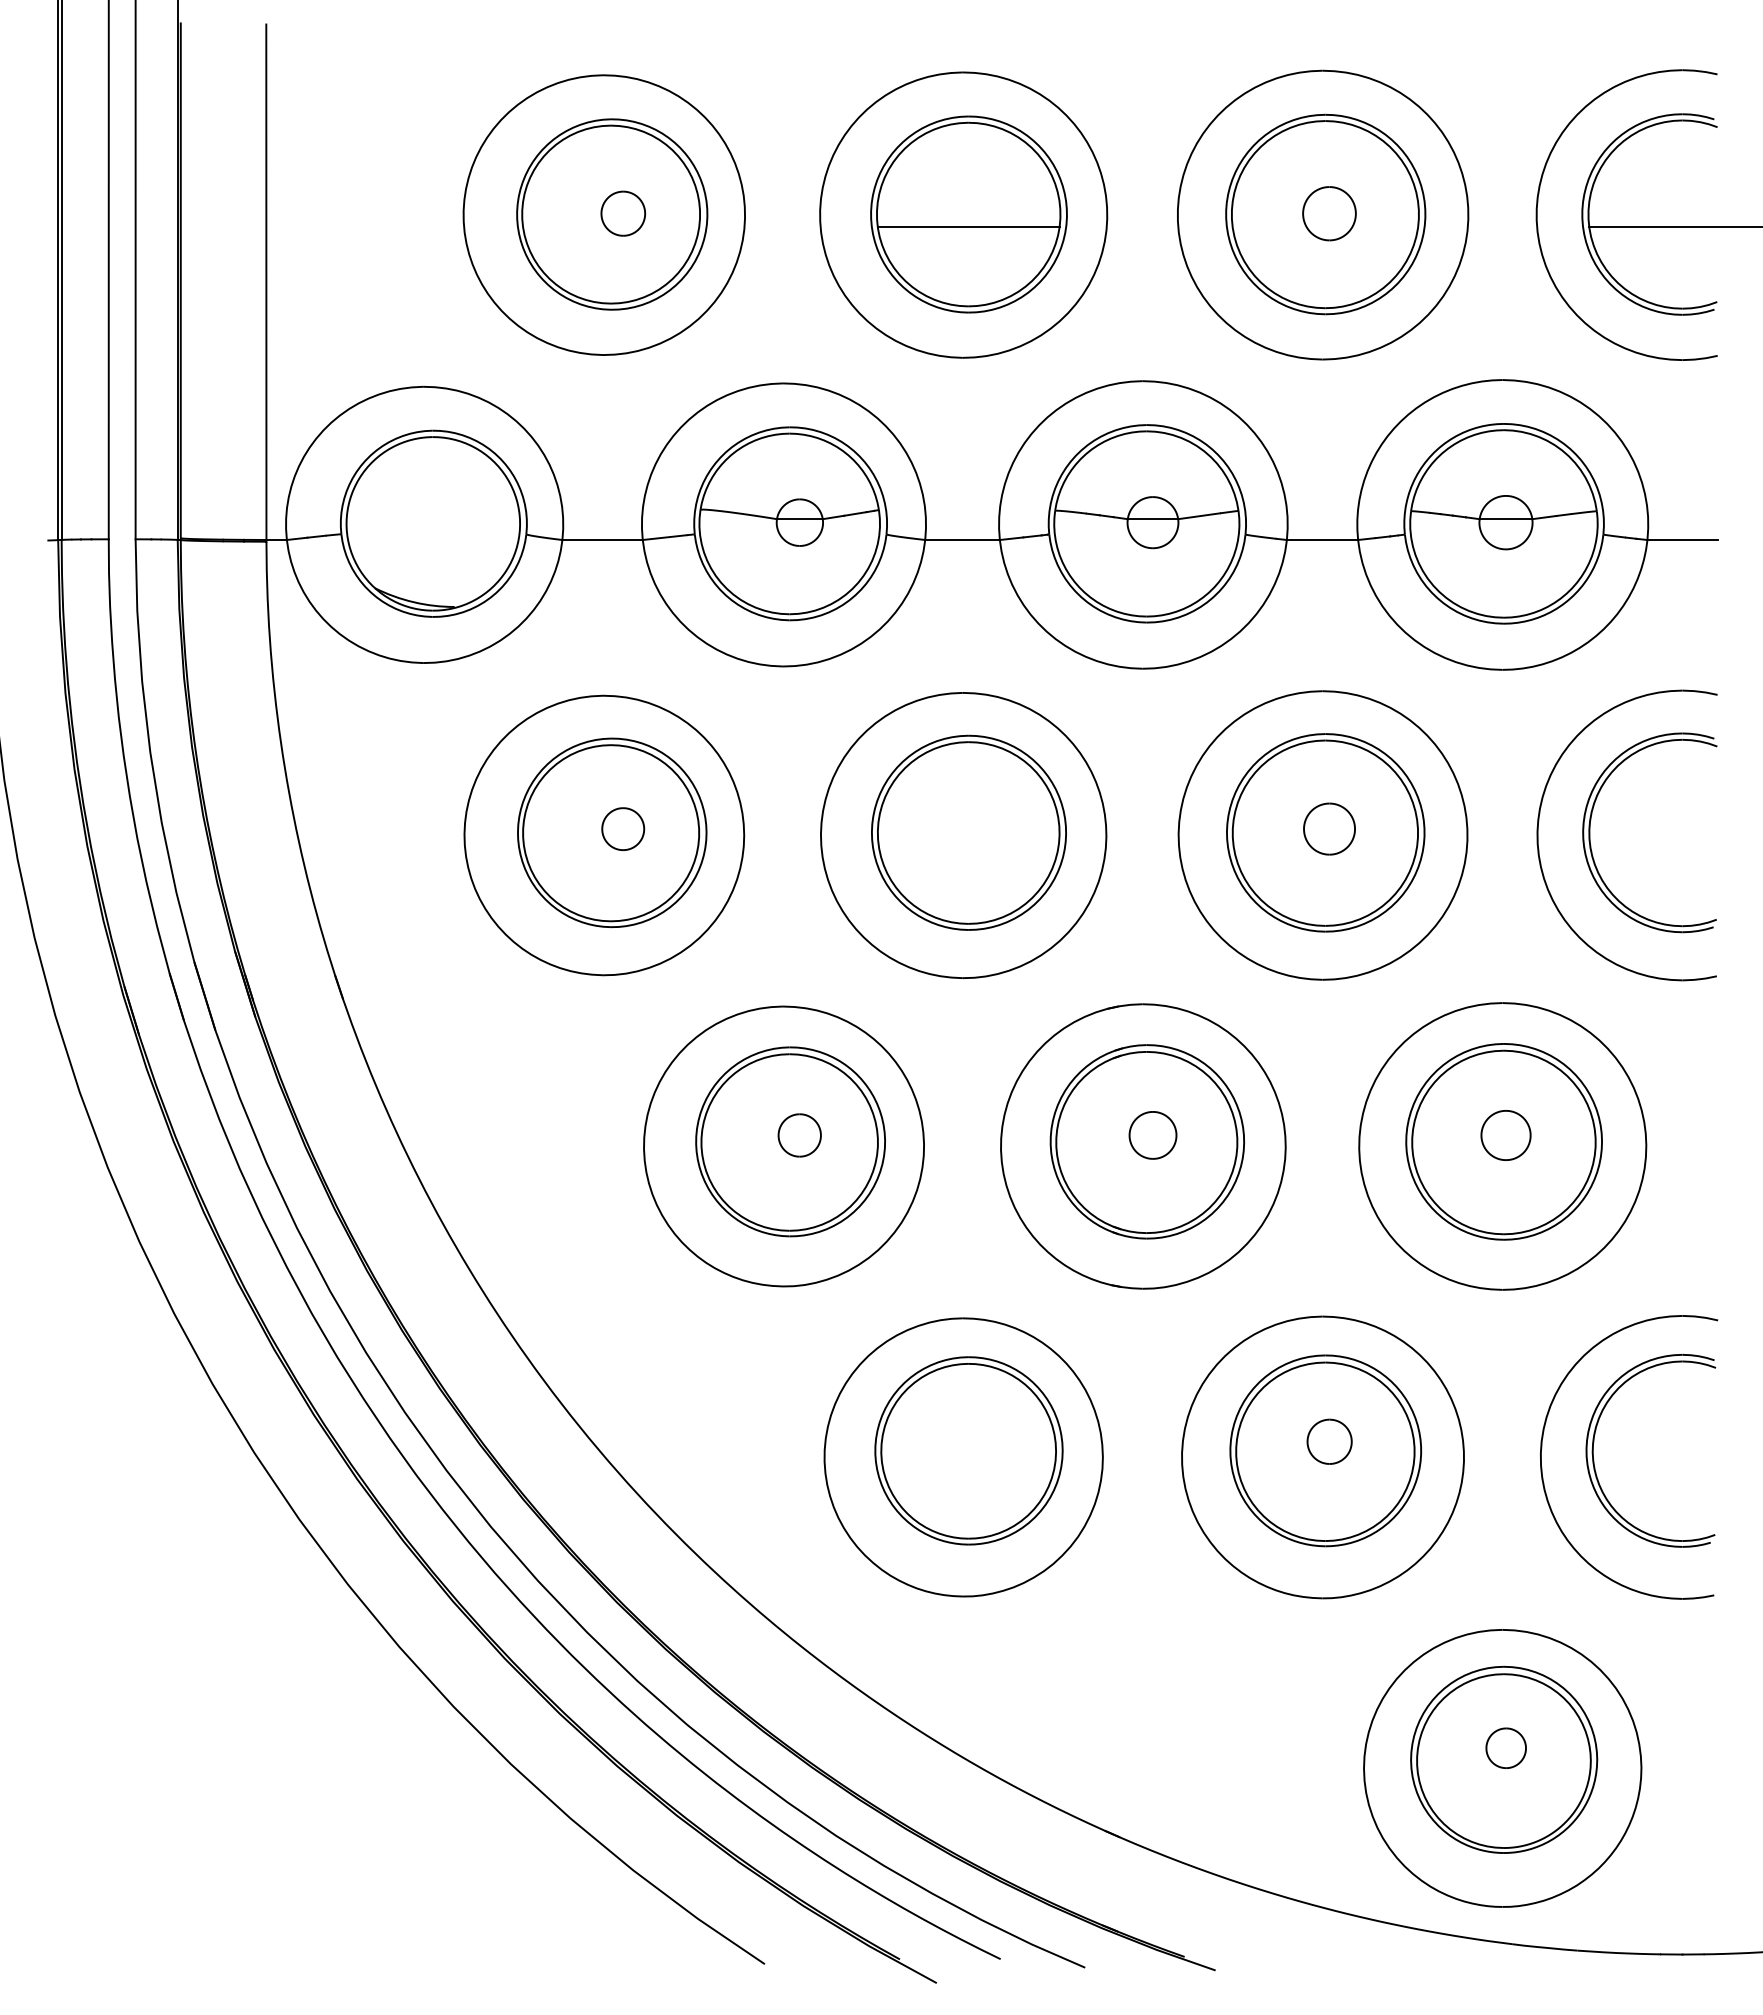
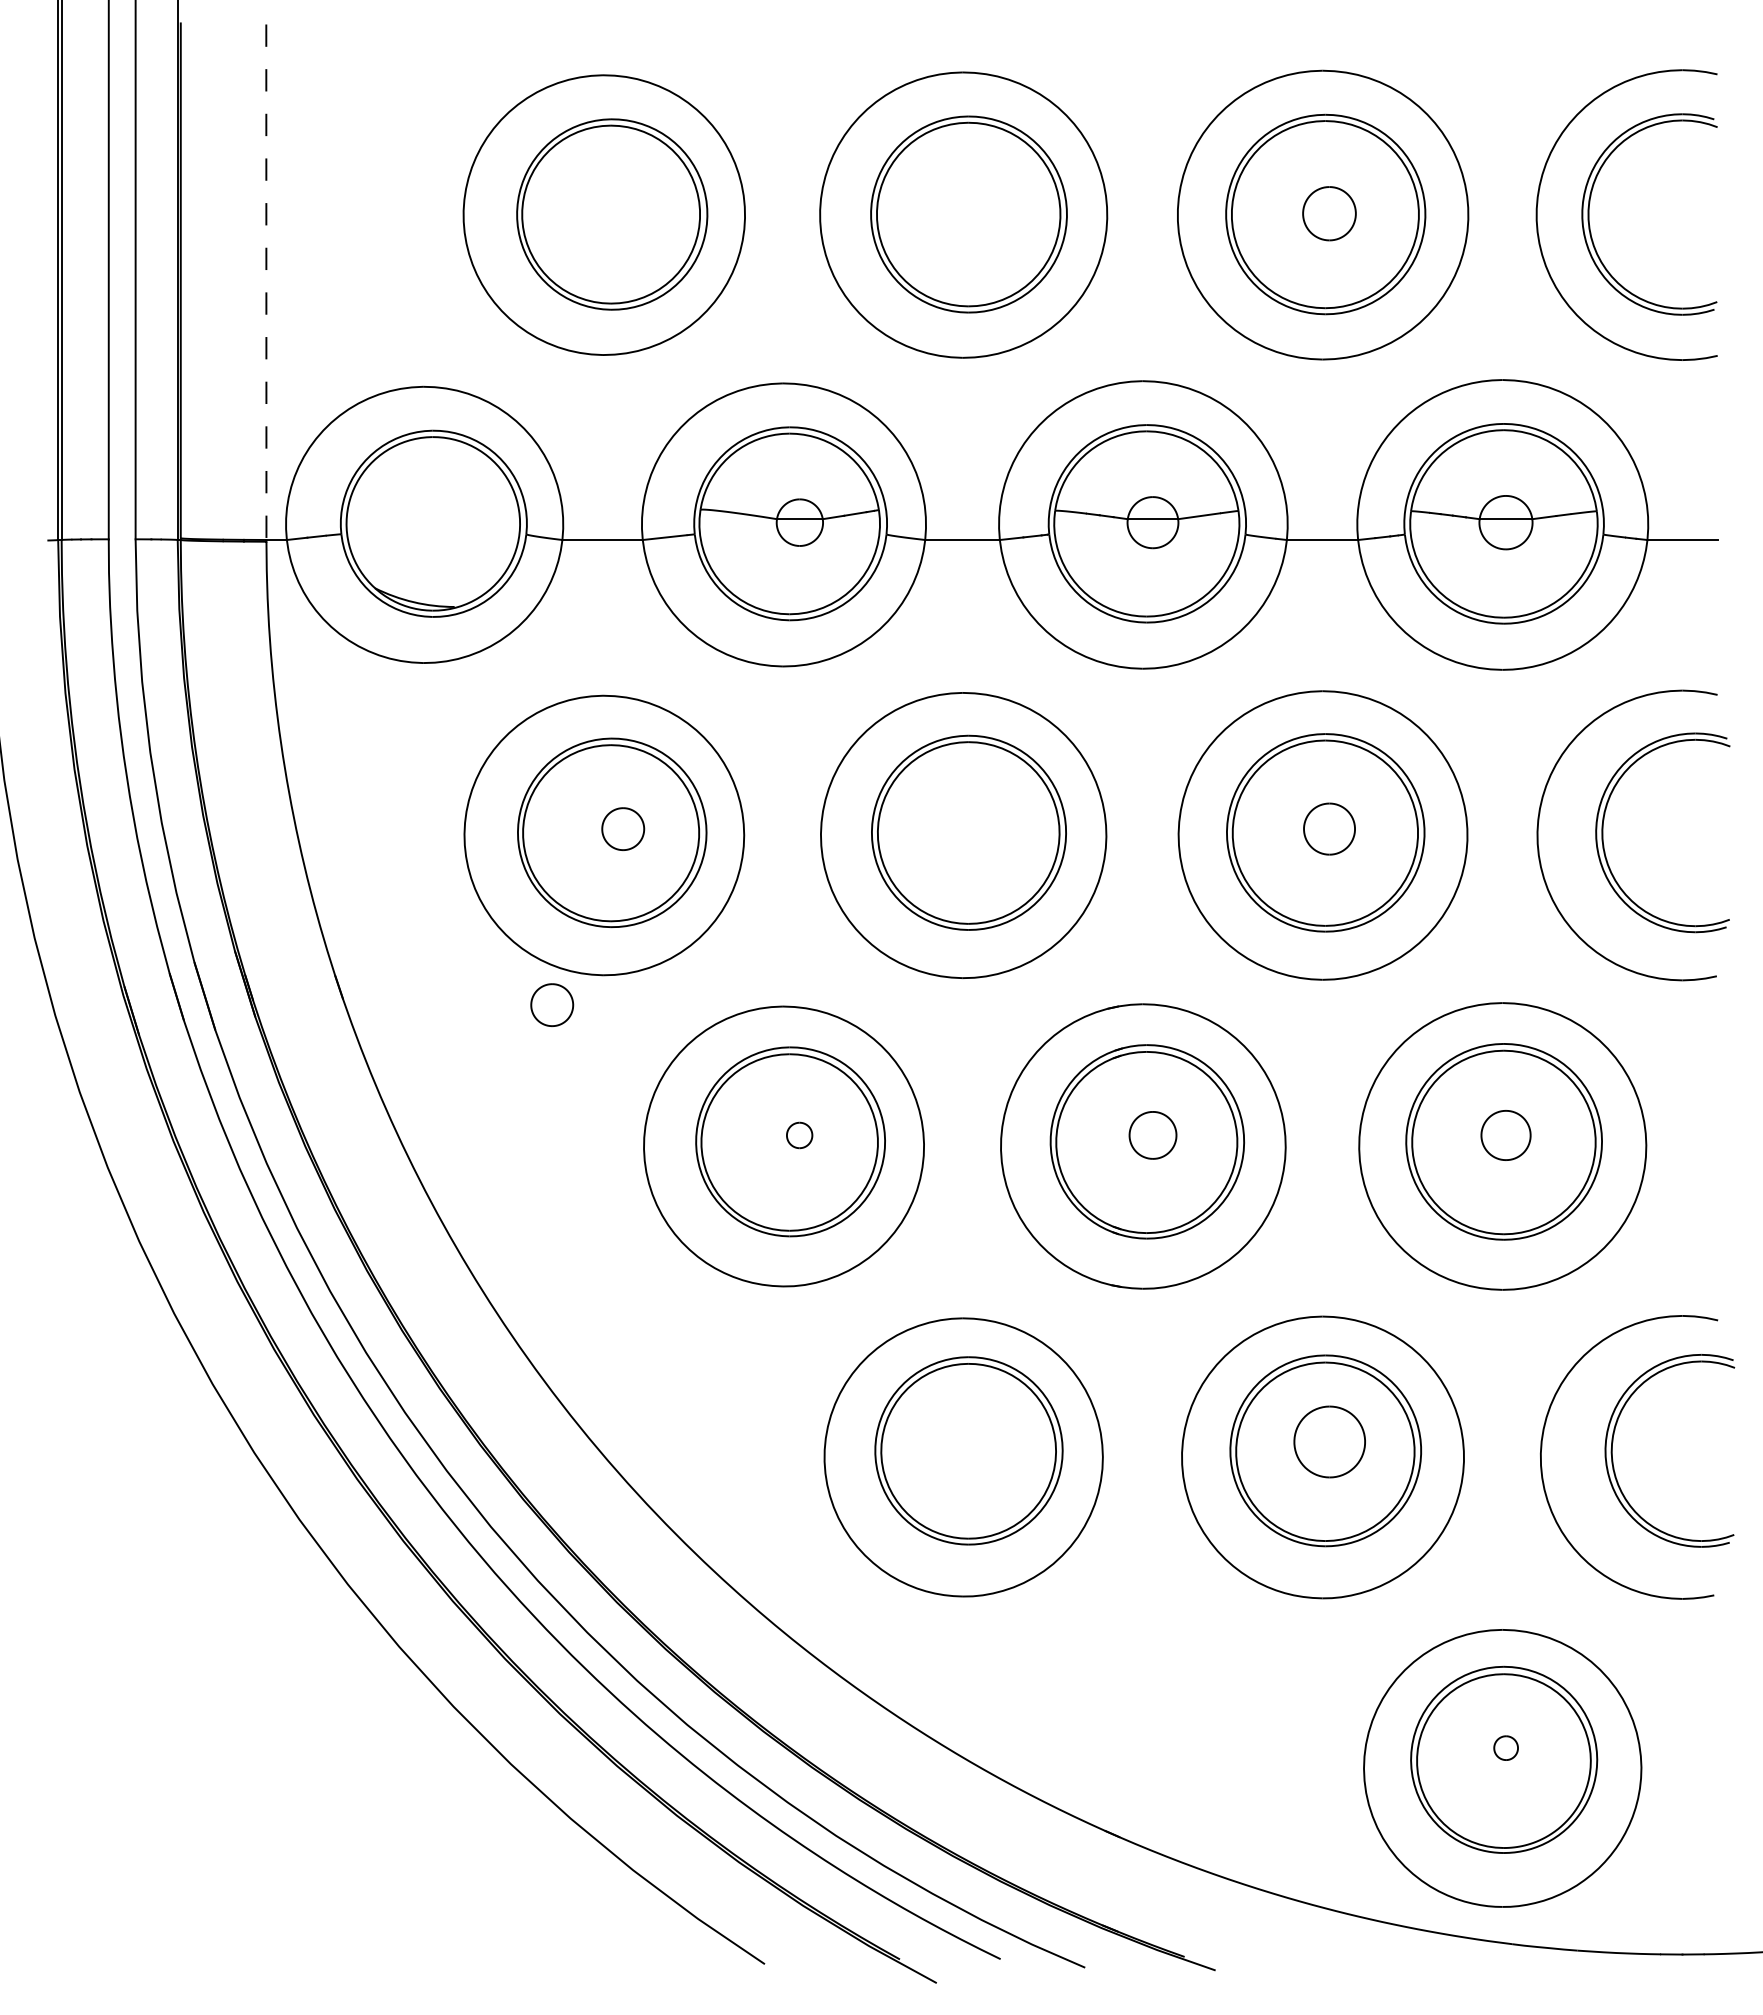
part at (623, 213): present -> none
line at (968, 227): present -> none
line at (1674, 227): present -> none
line at (266, 282): solid -> dashed
part at (1590, 832) position: (1590, 832) -> (1603, 832)
part at (552, 1004): none -> present
part at (799, 1135) size: 45x45 px -> 28x29 px
part at (1329, 1441) size: 47x47 px -> 73x74 px
part at (1594, 1442) position: (1594, 1442) -> (1613, 1442)
part at (1505, 1747) size: 42x42 px -> 26x26 px
